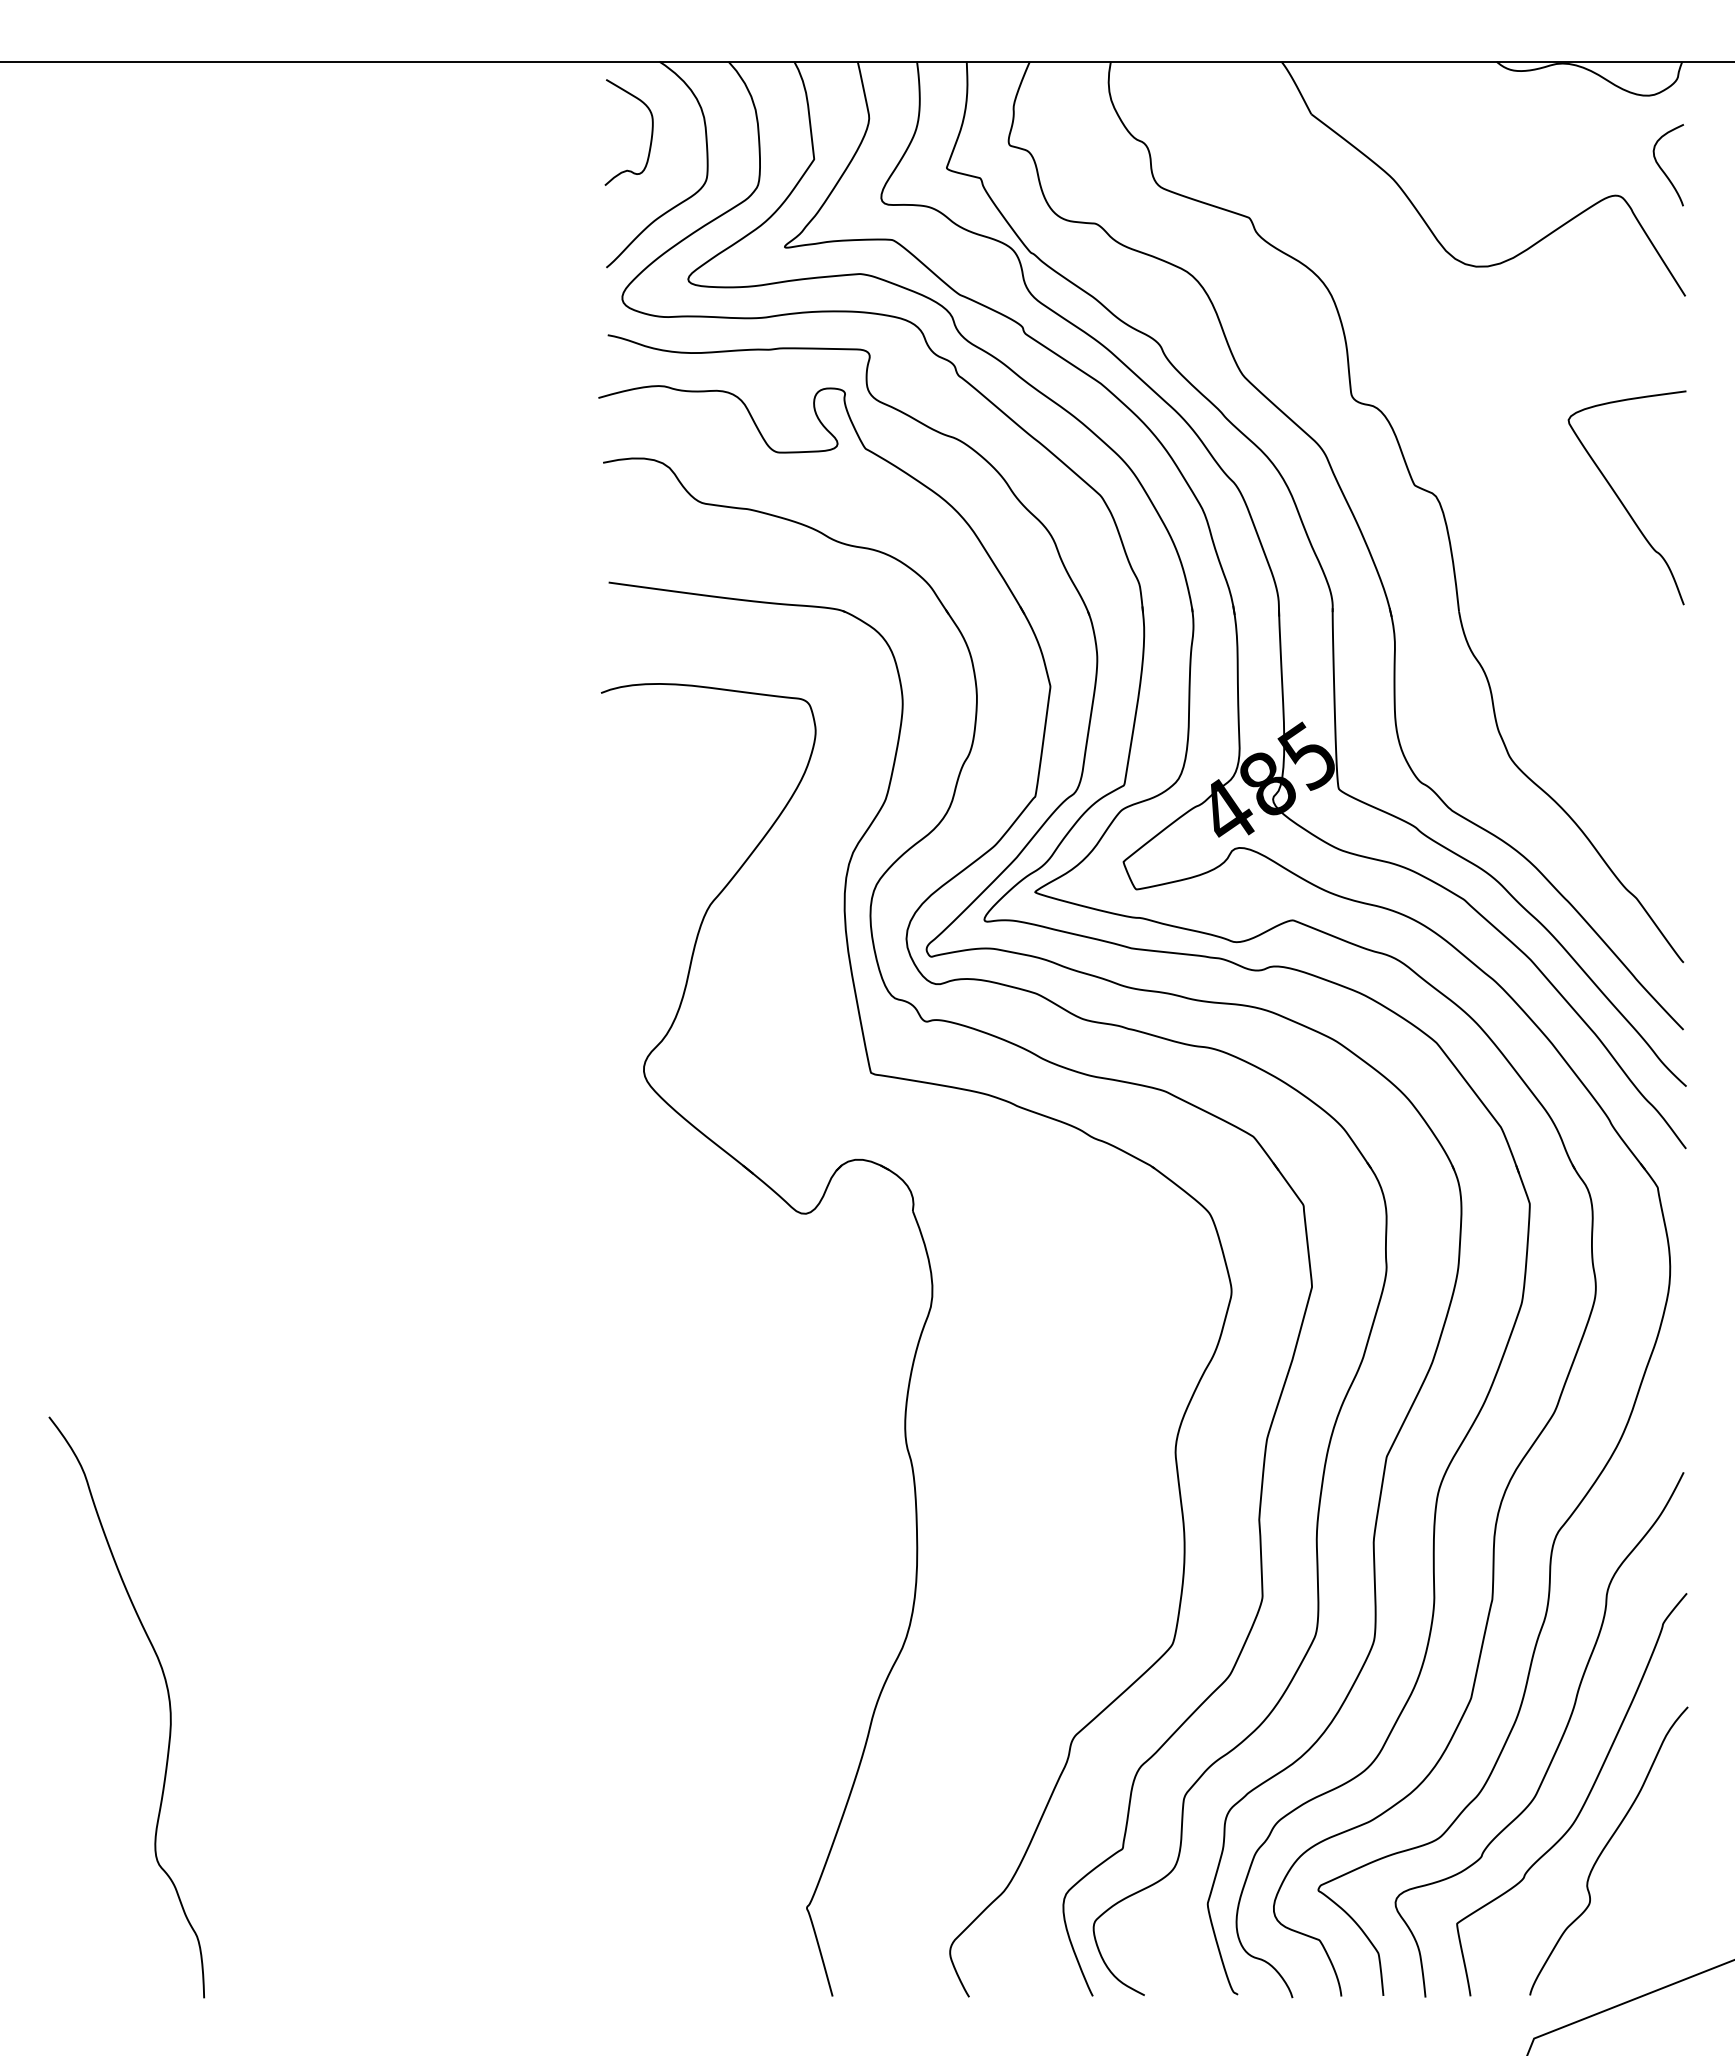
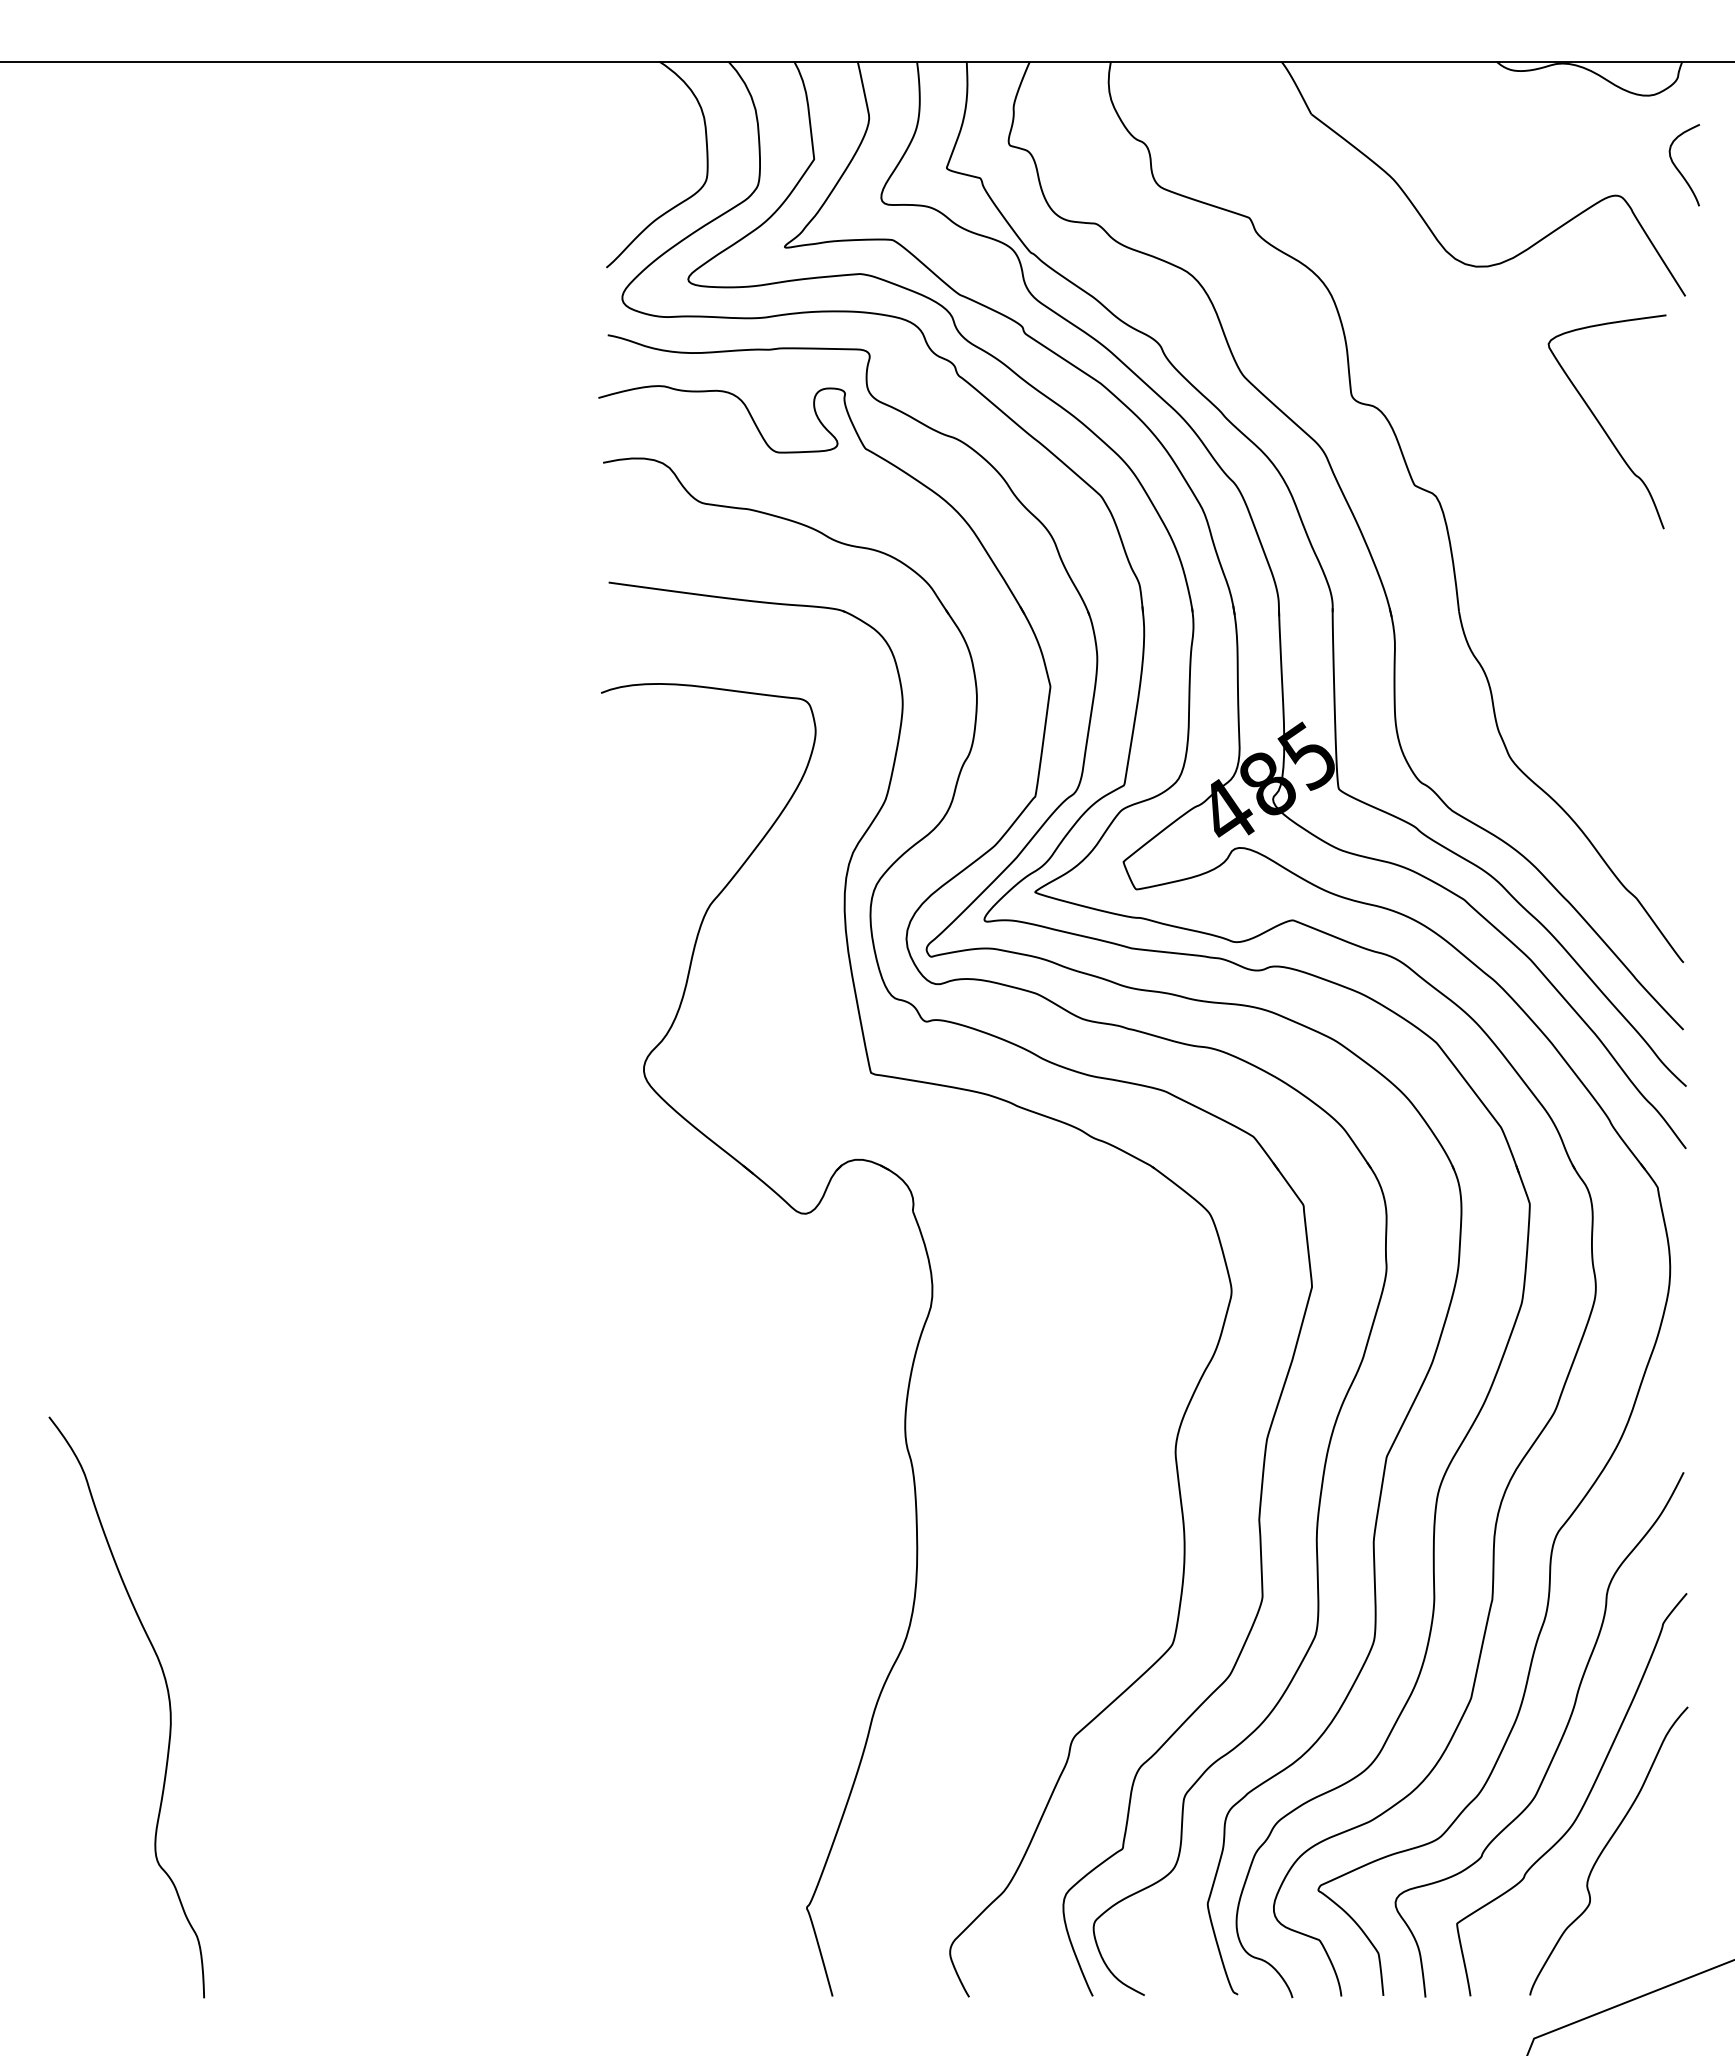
curve at (650, 138): present -> none
curve at (1662, 168) position: (1662, 168) -> (1678, 168)
curve at (1621, 500) position: (1621, 500) -> (1601, 424)
